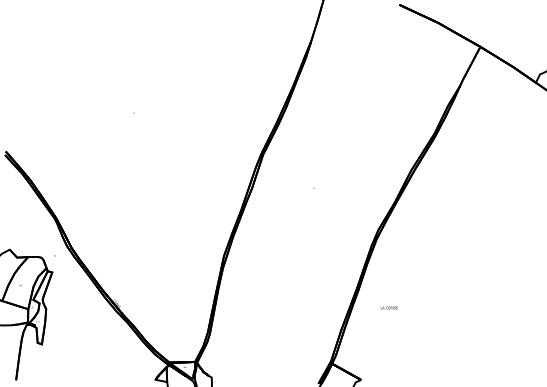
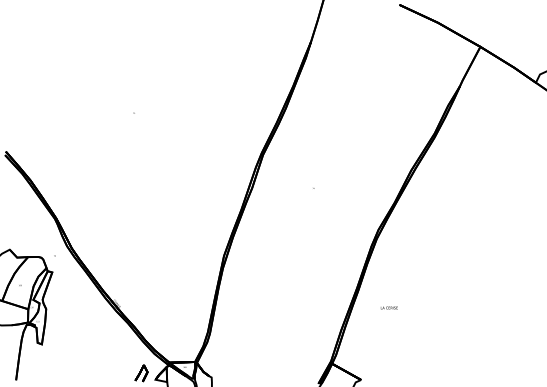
part at (141, 373): none -> present
